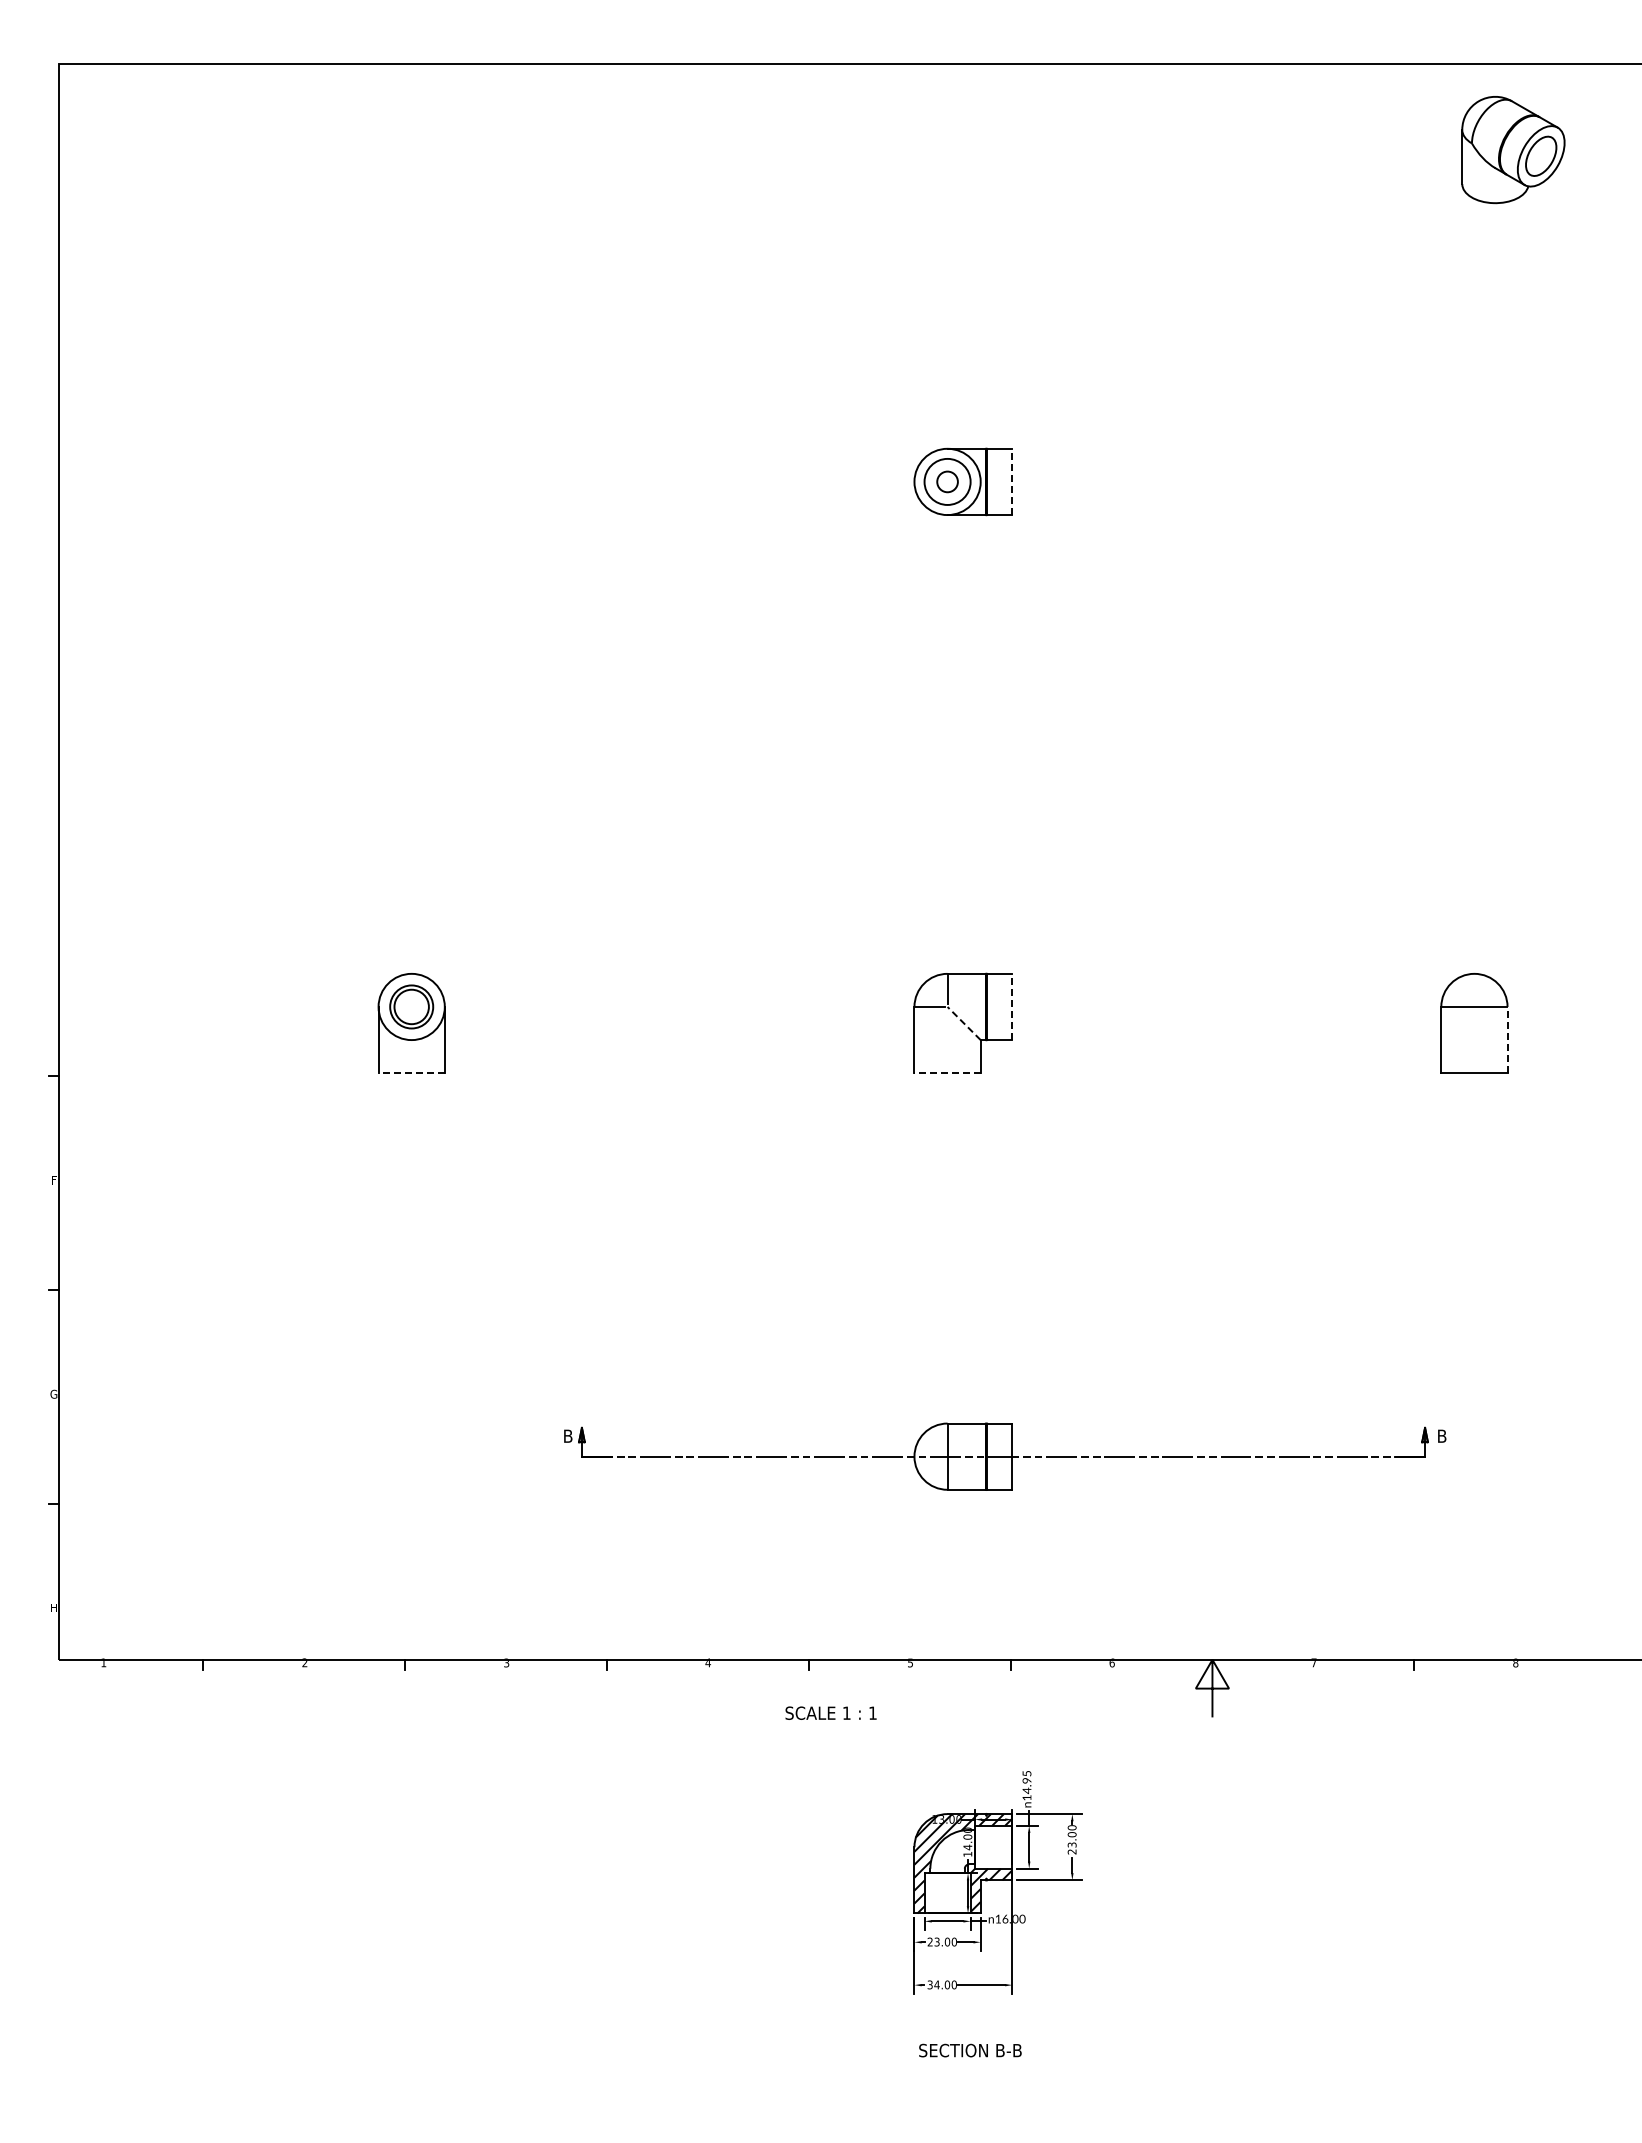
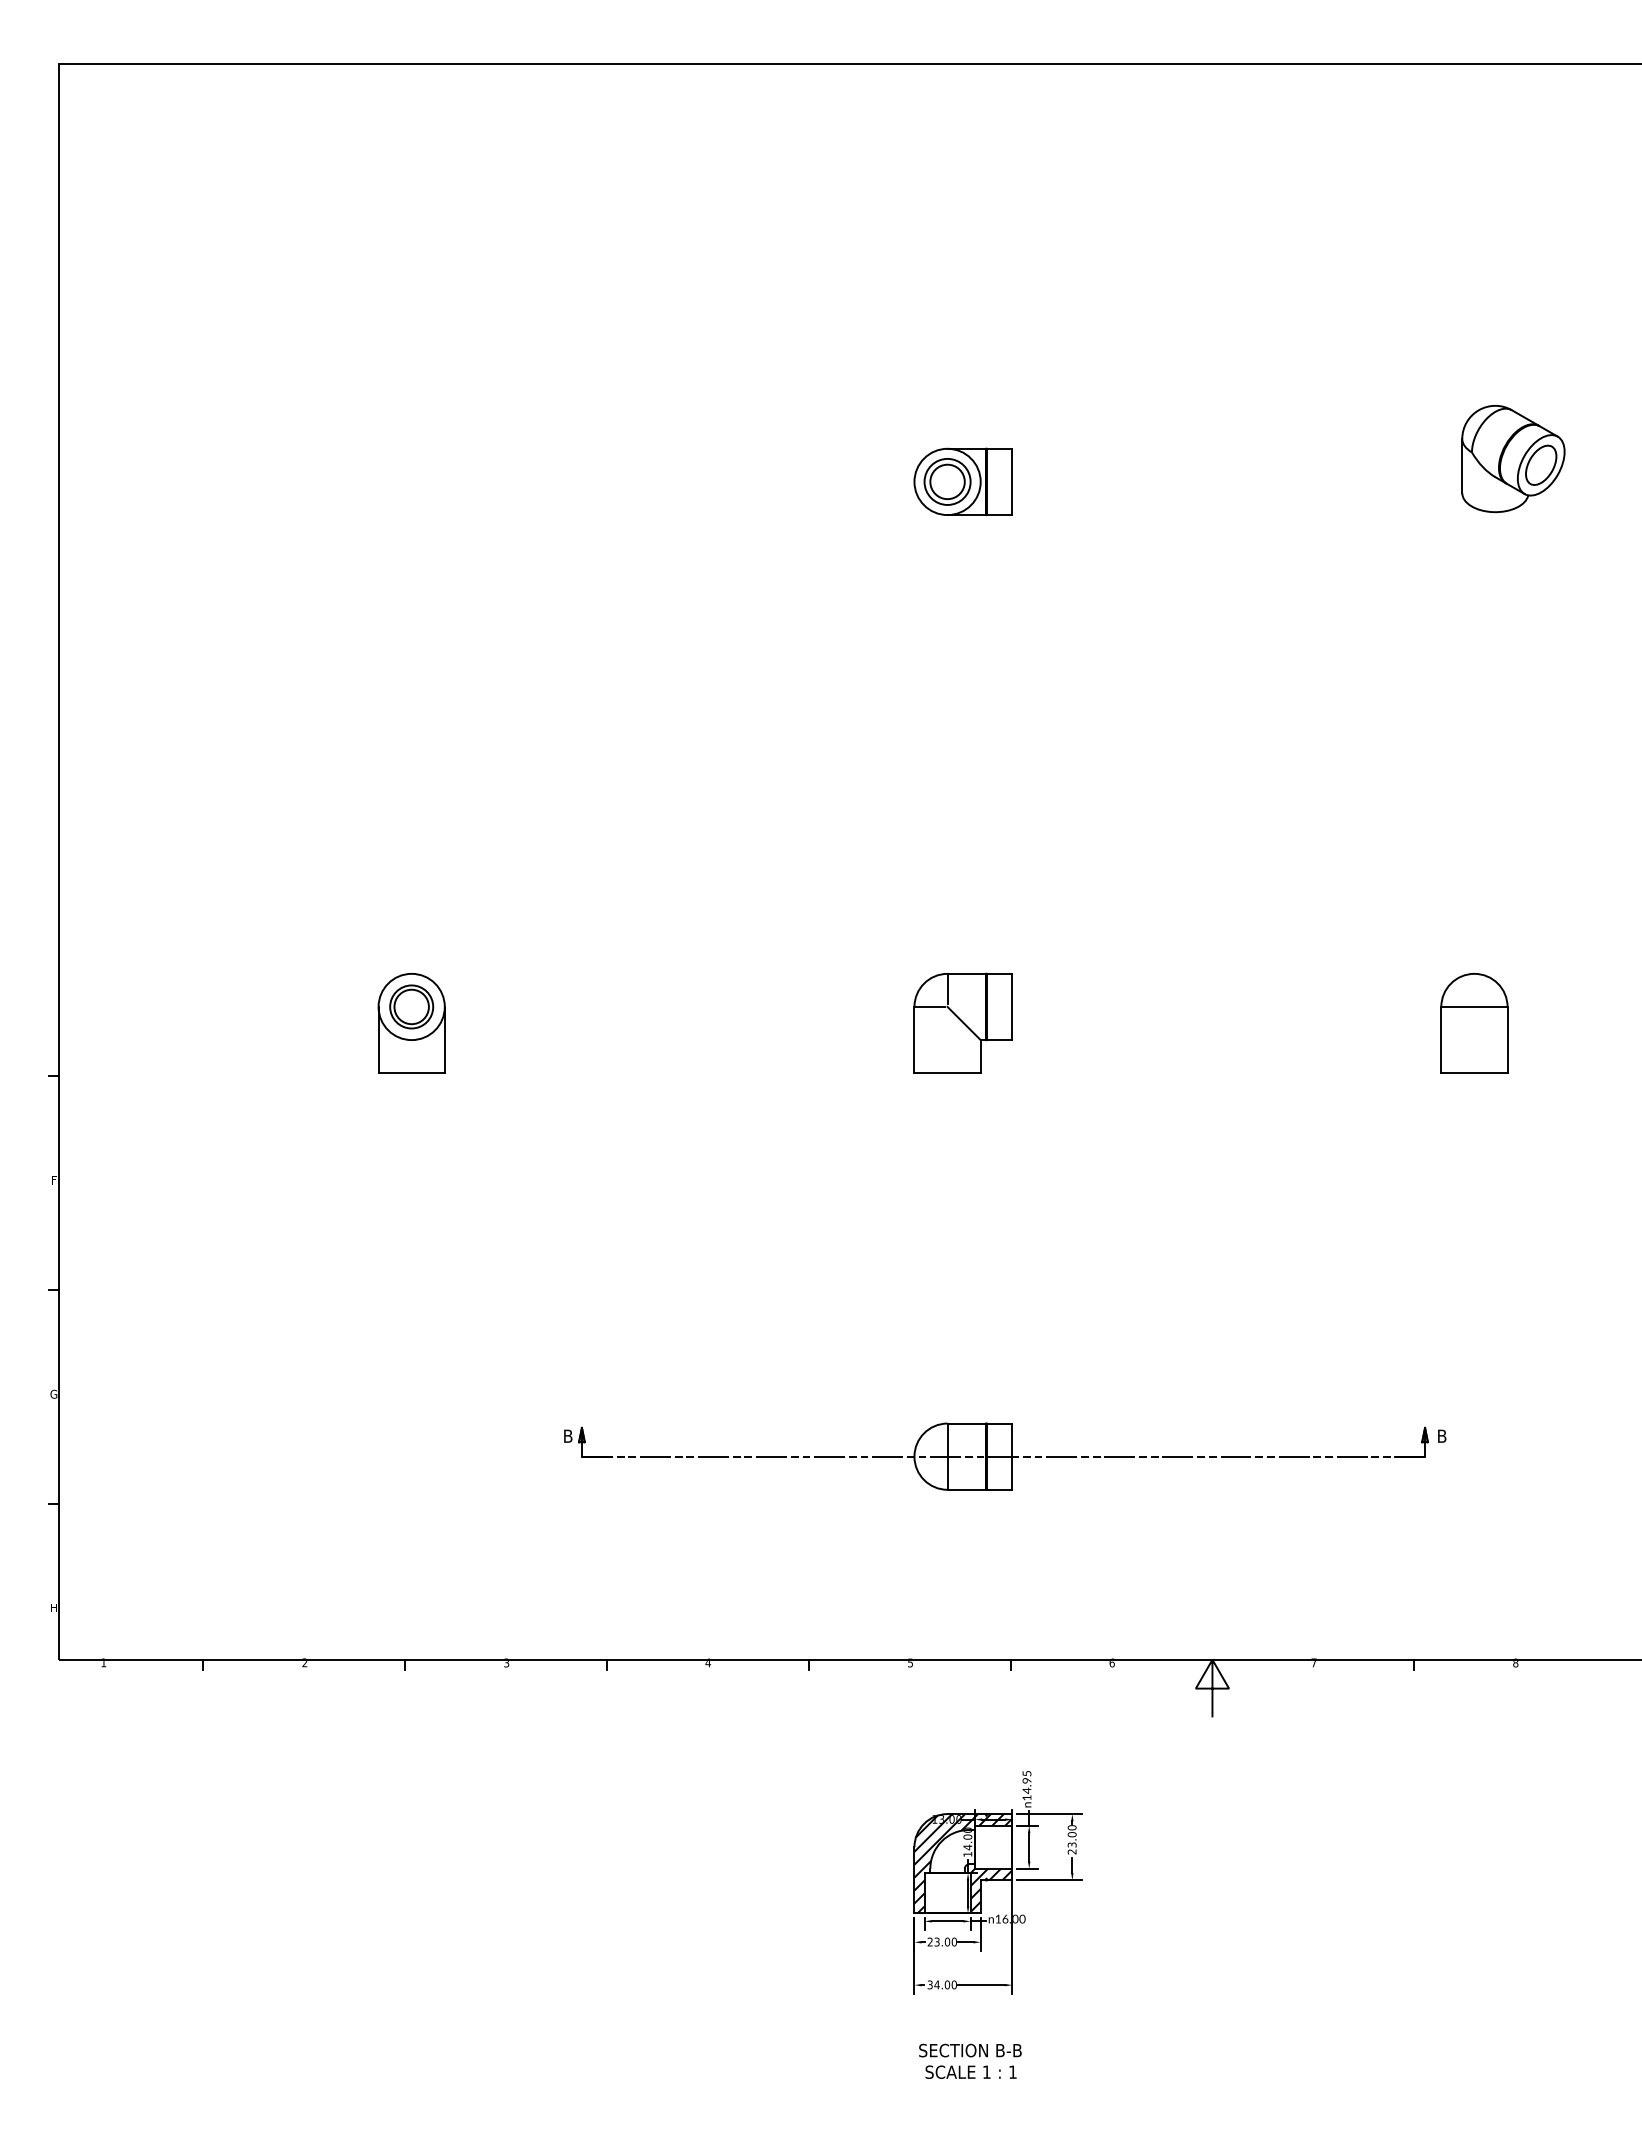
part at (1513, 150) position: (1513, 150) -> (1513, 459)
circle at (947, 481) diameter: 21 px -> 34 px
line at (1012, 481): dashed -> solid
line at (1012, 1006): dashed -> solid
line at (963, 1023): dashed -> solid
line at (1507, 1039): dashed -> solid
line at (411, 1073): dashed -> solid
line at (947, 1073): dashed -> solid
text at (830, 1712) position: (830, 1712) -> (970, 2071)
